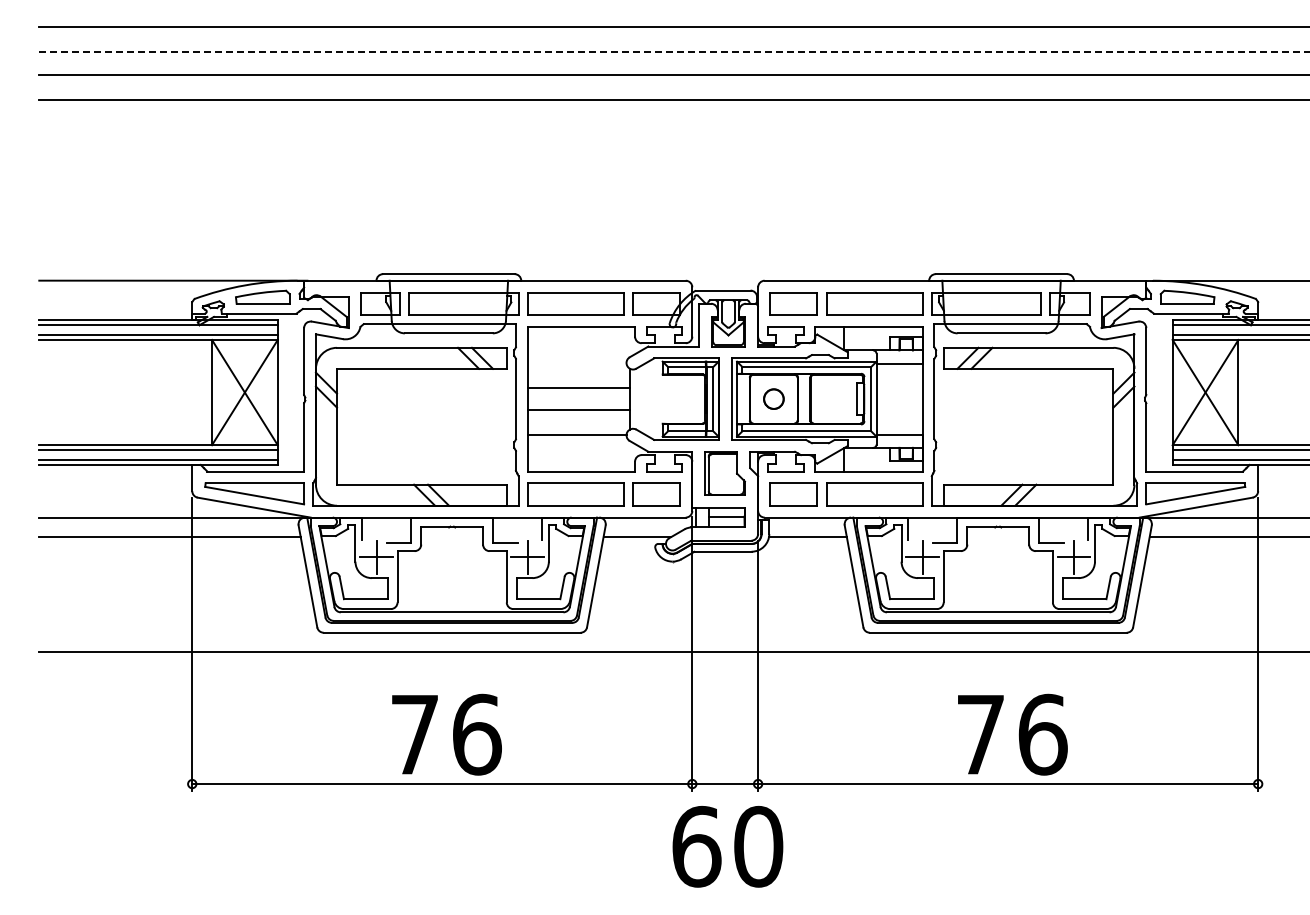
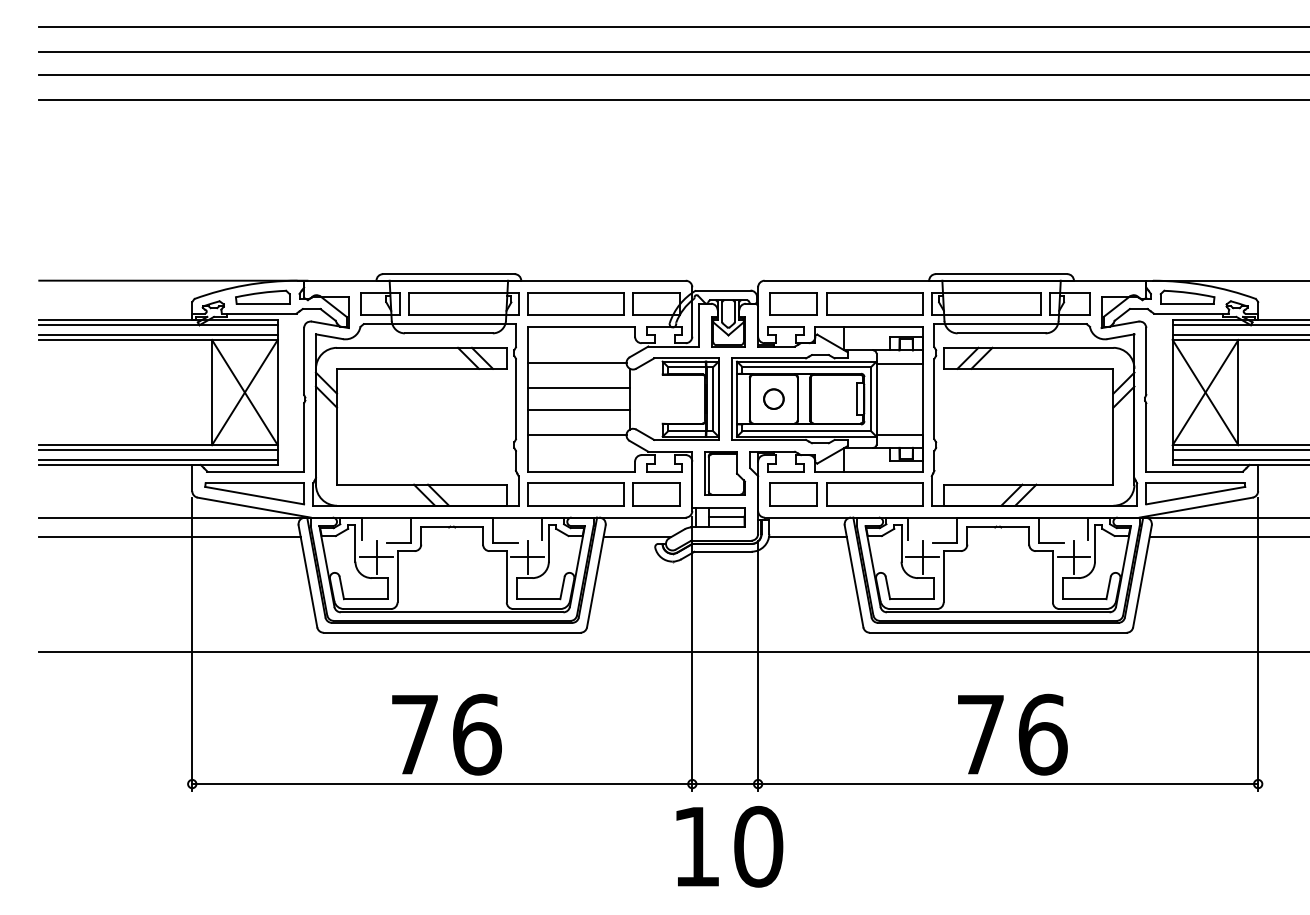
line at (674, 52): dashed -> solid
line at (576, 362): none -> present
text at (696, 846): 60 -> 10
